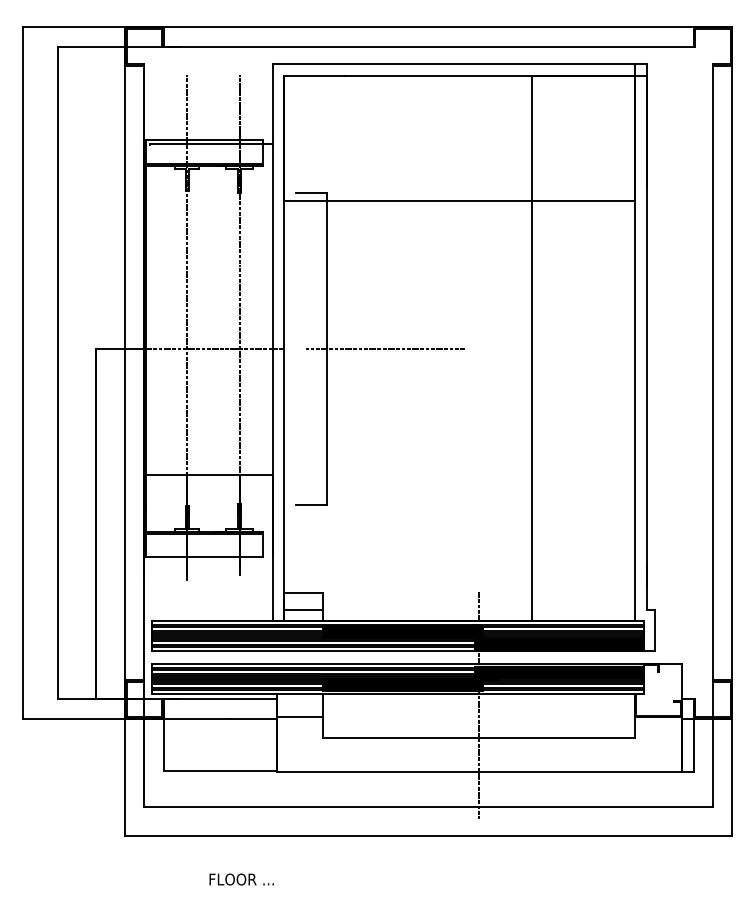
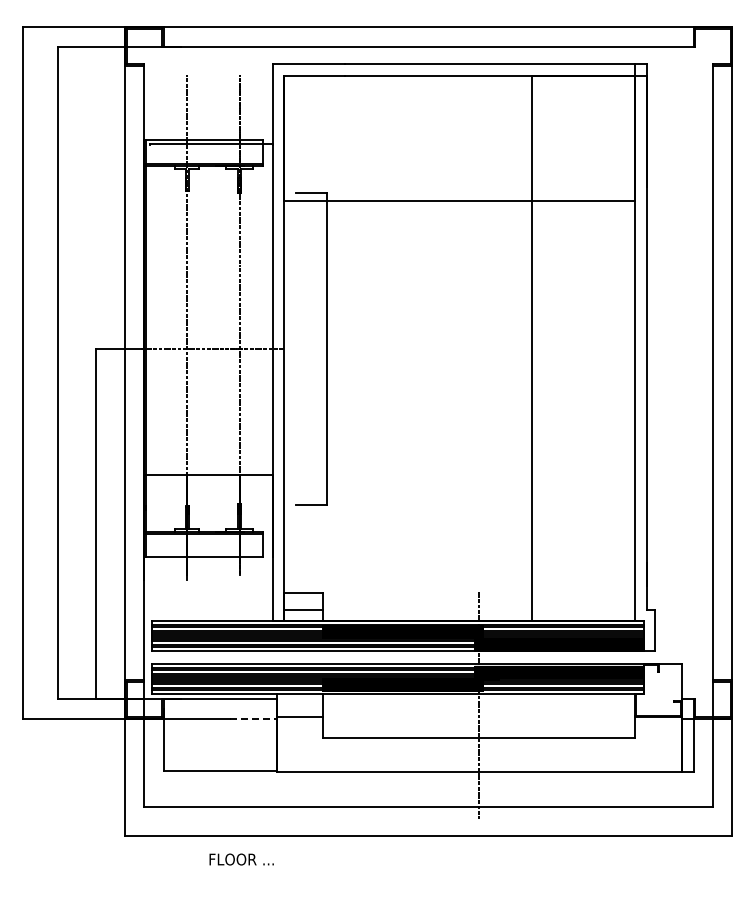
line at (384, 348): present -> none
line at (253, 718): solid -> dashed
text at (241, 879) position: (241, 879) -> (241, 859)
